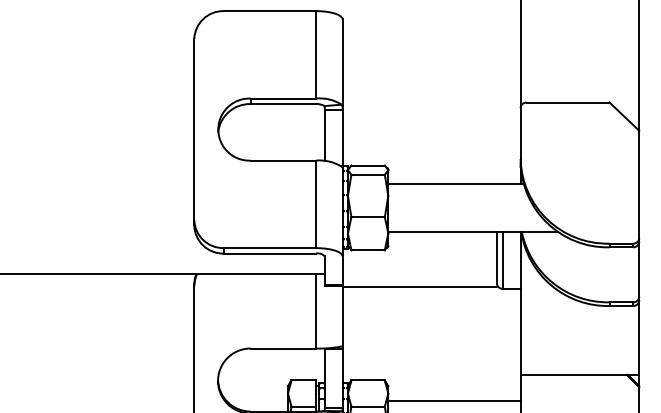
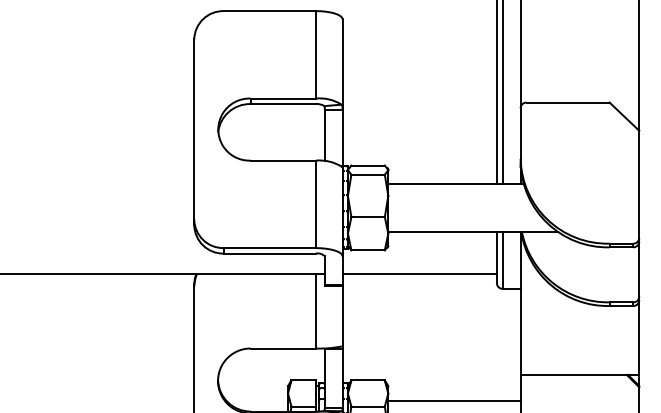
line at (496, 93): none -> present
line at (502, 93): none -> present
line at (419, 287) position: (419, 287) -> (419, 274)
